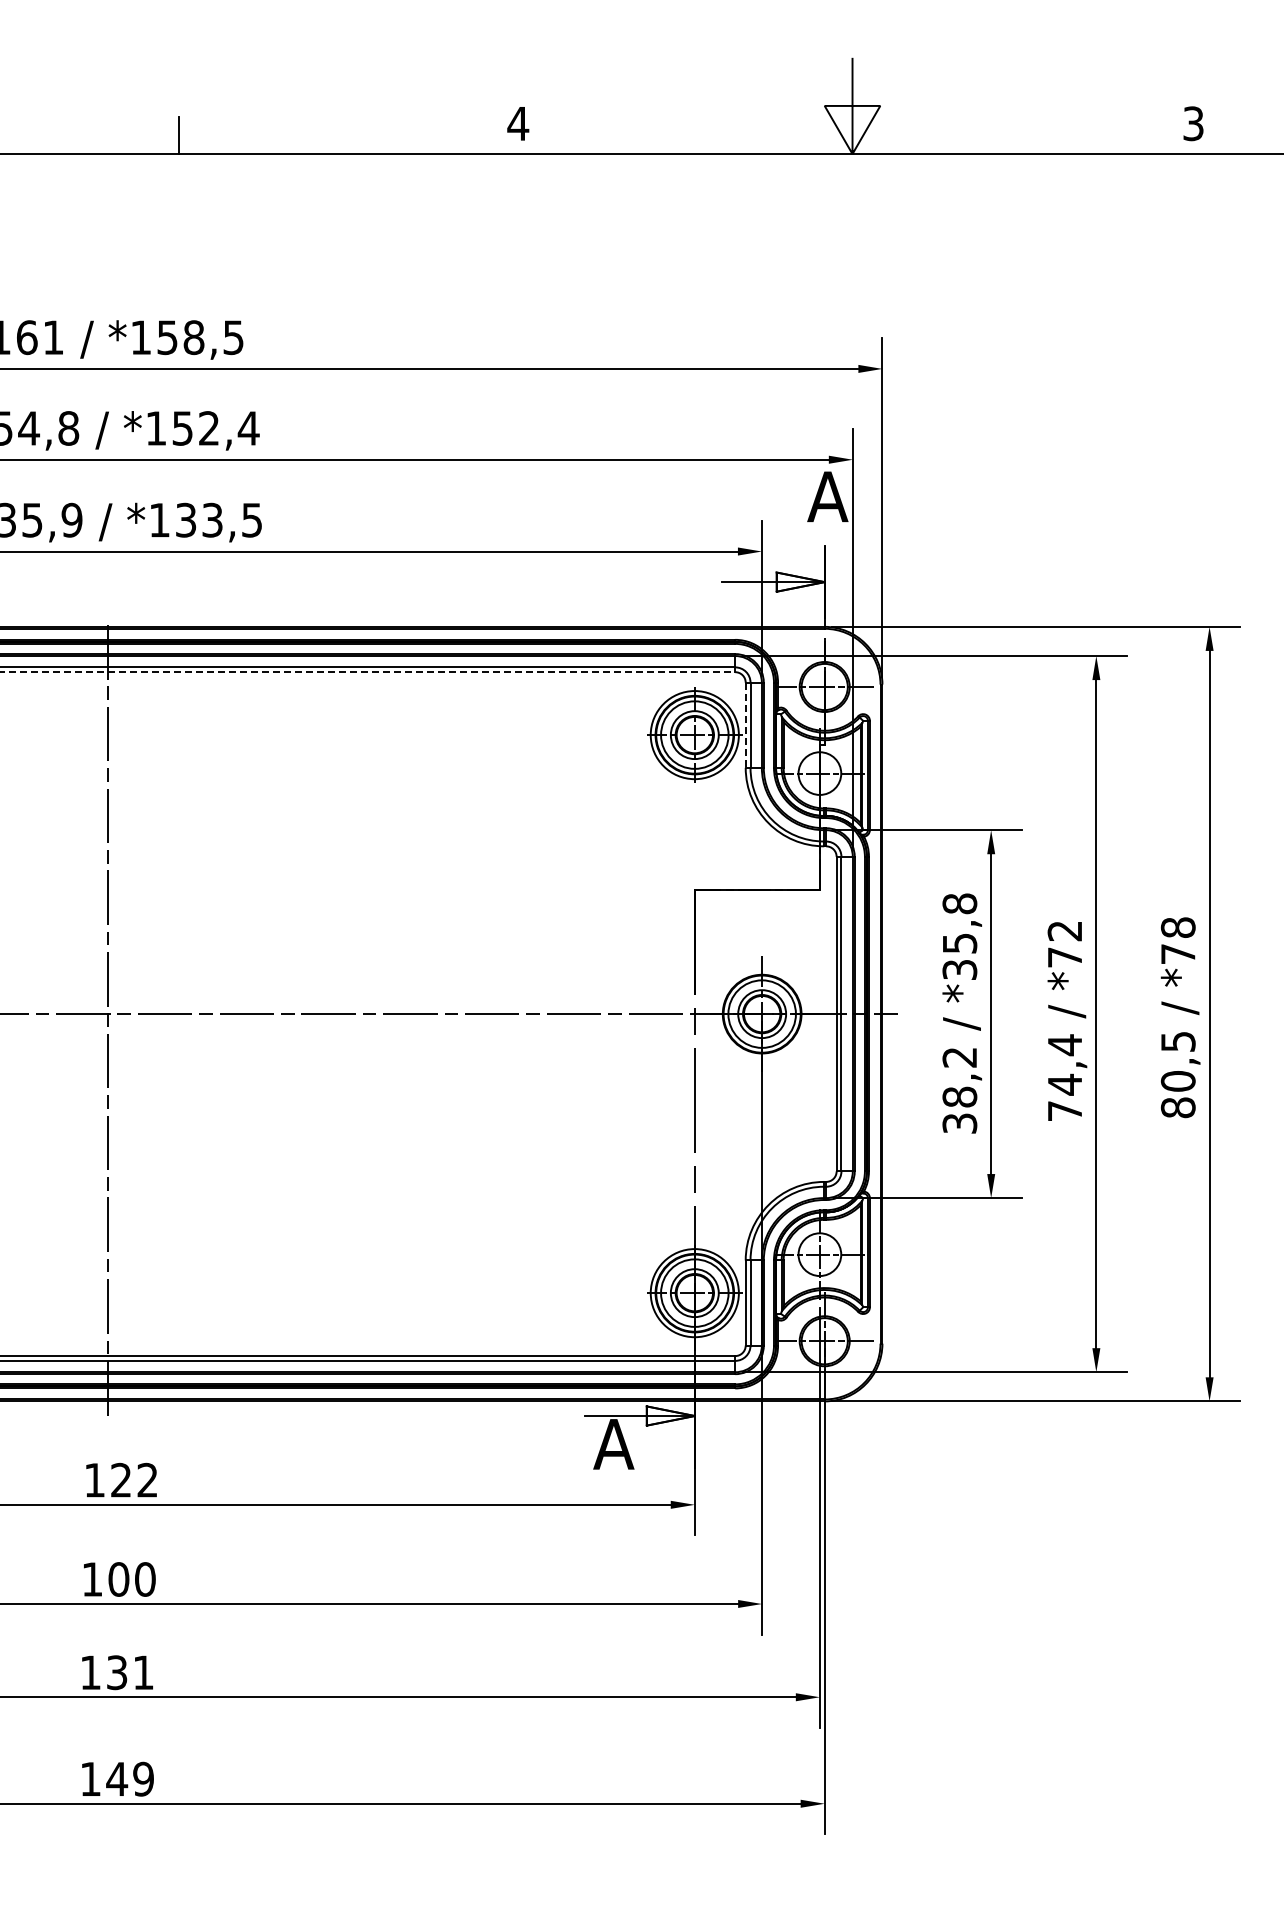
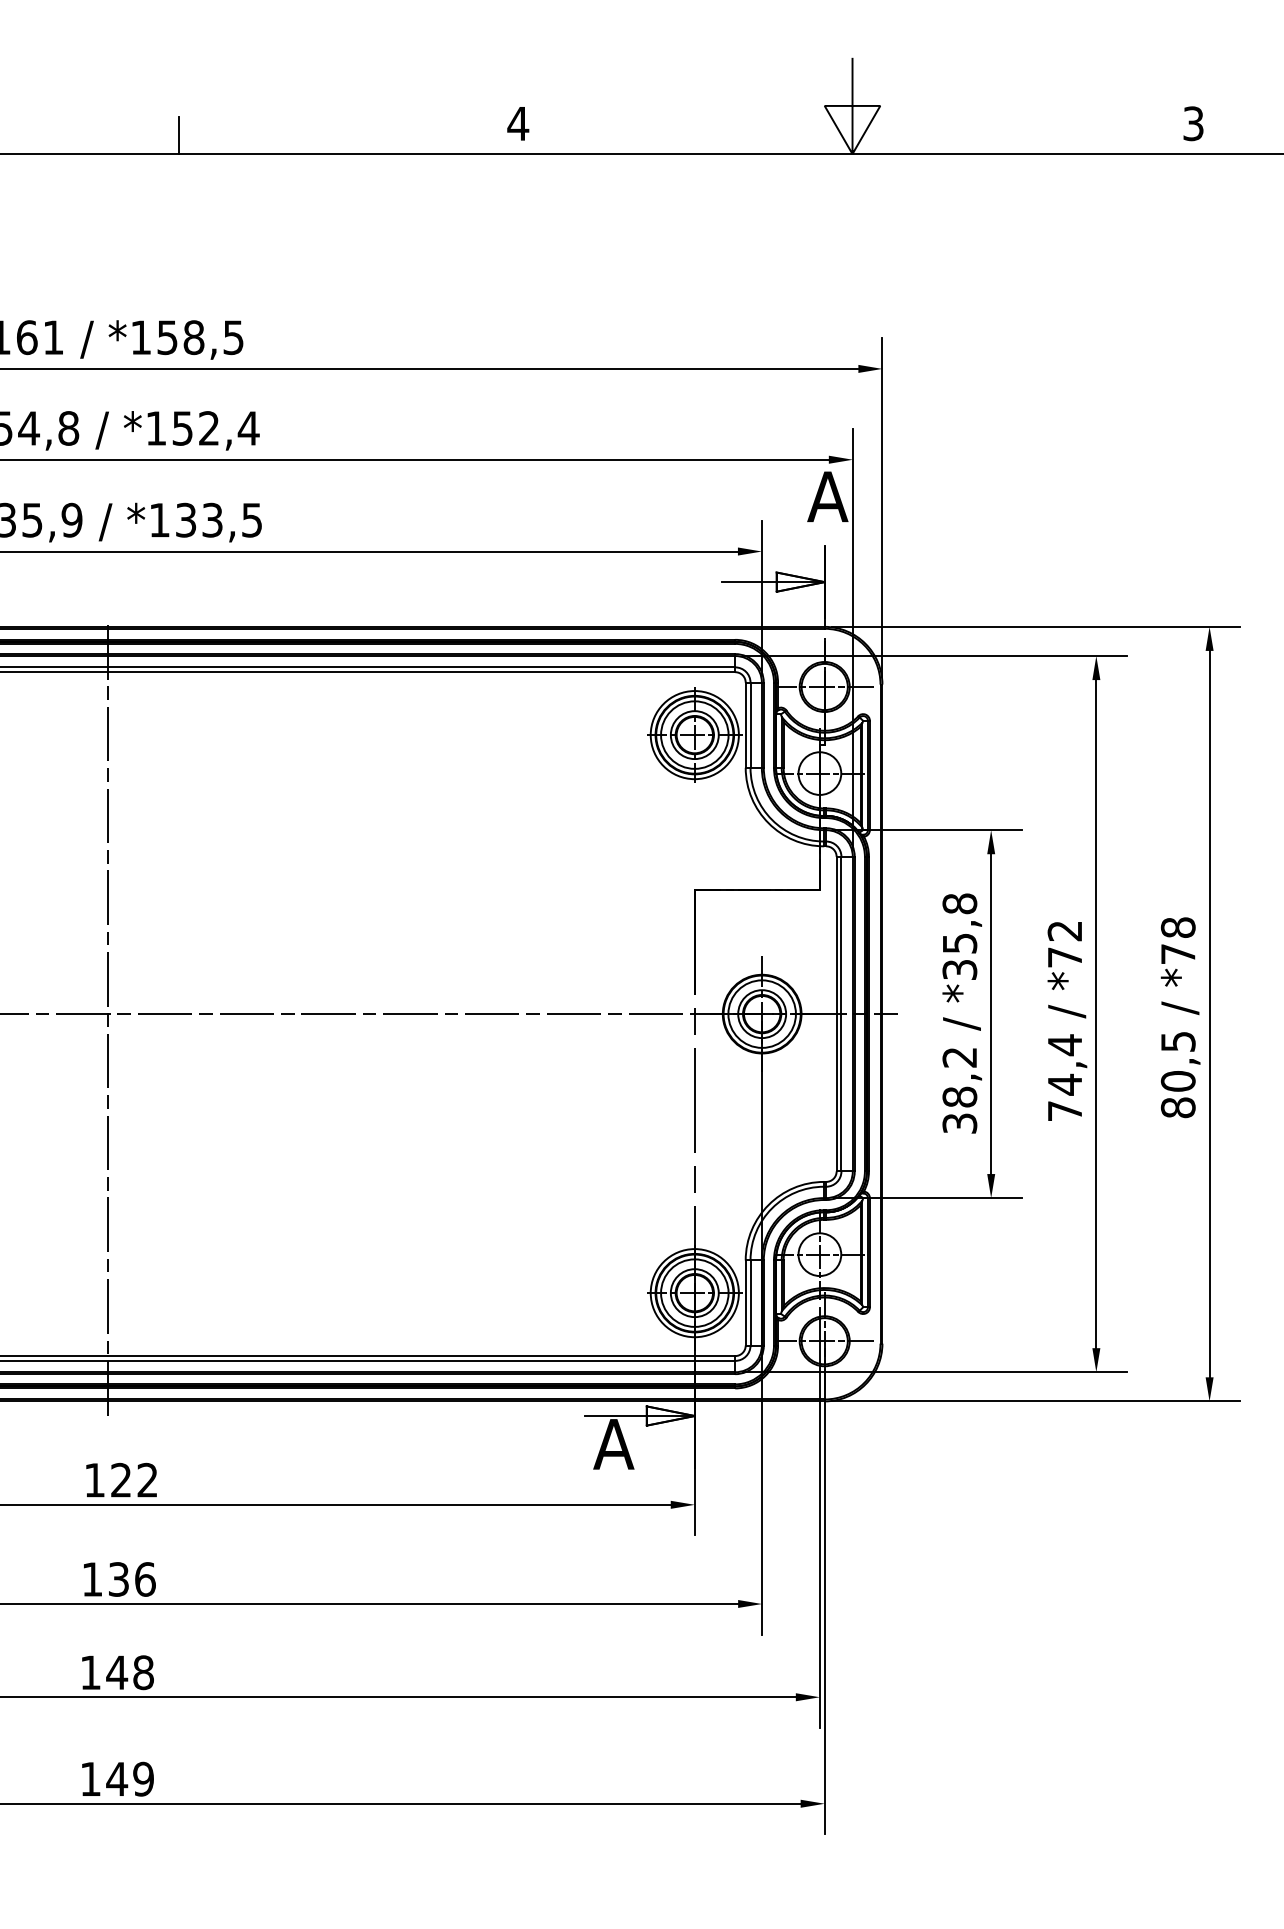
line at (368, 672): dashed -> solid
line at (745, 725): dashed -> solid
text at (131, 1579): 100 -> 136
text at (129, 1672): 131 -> 148
